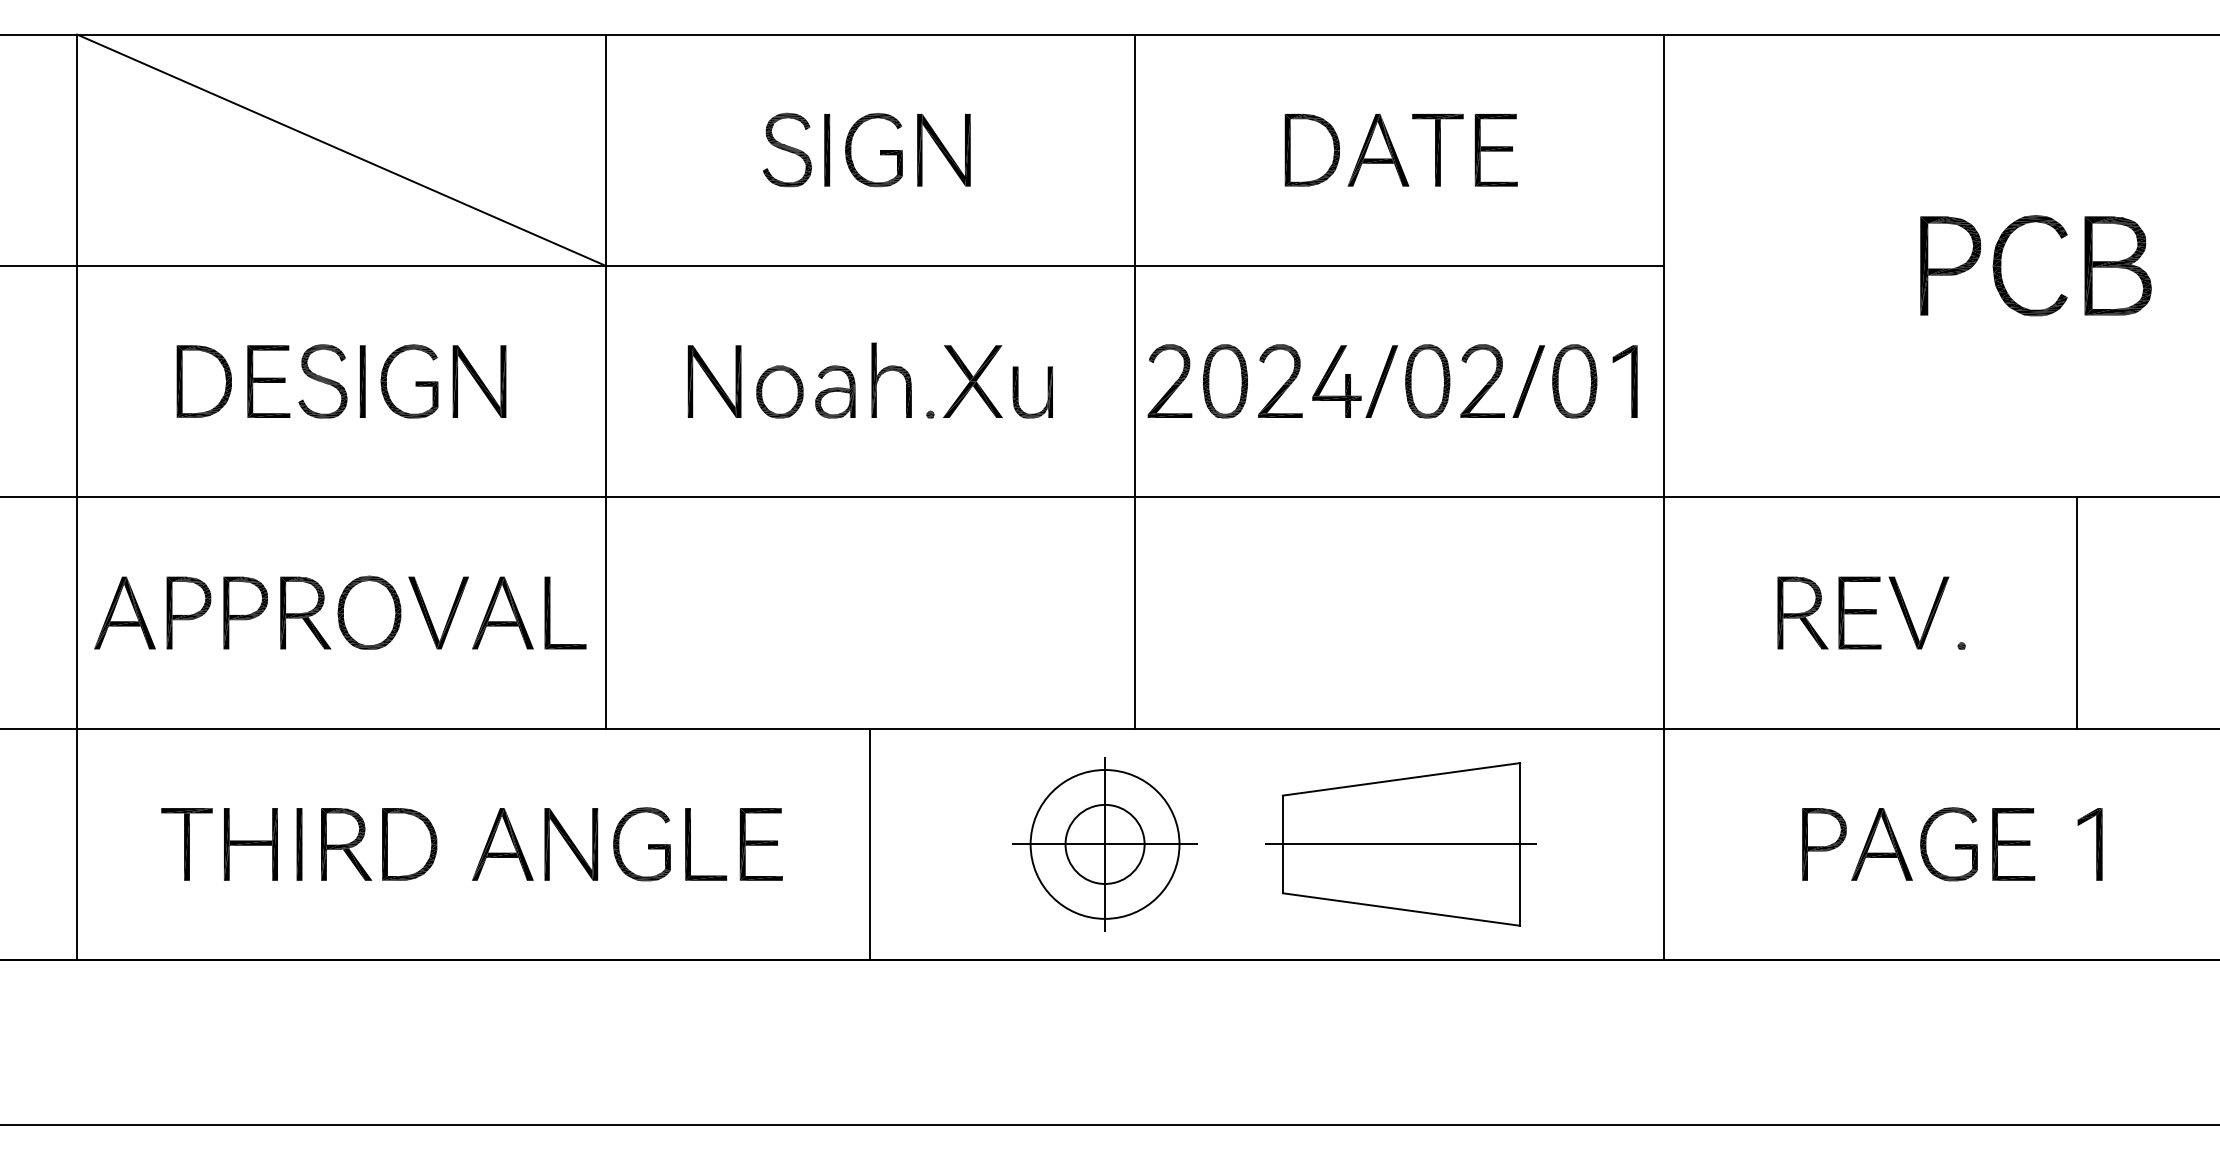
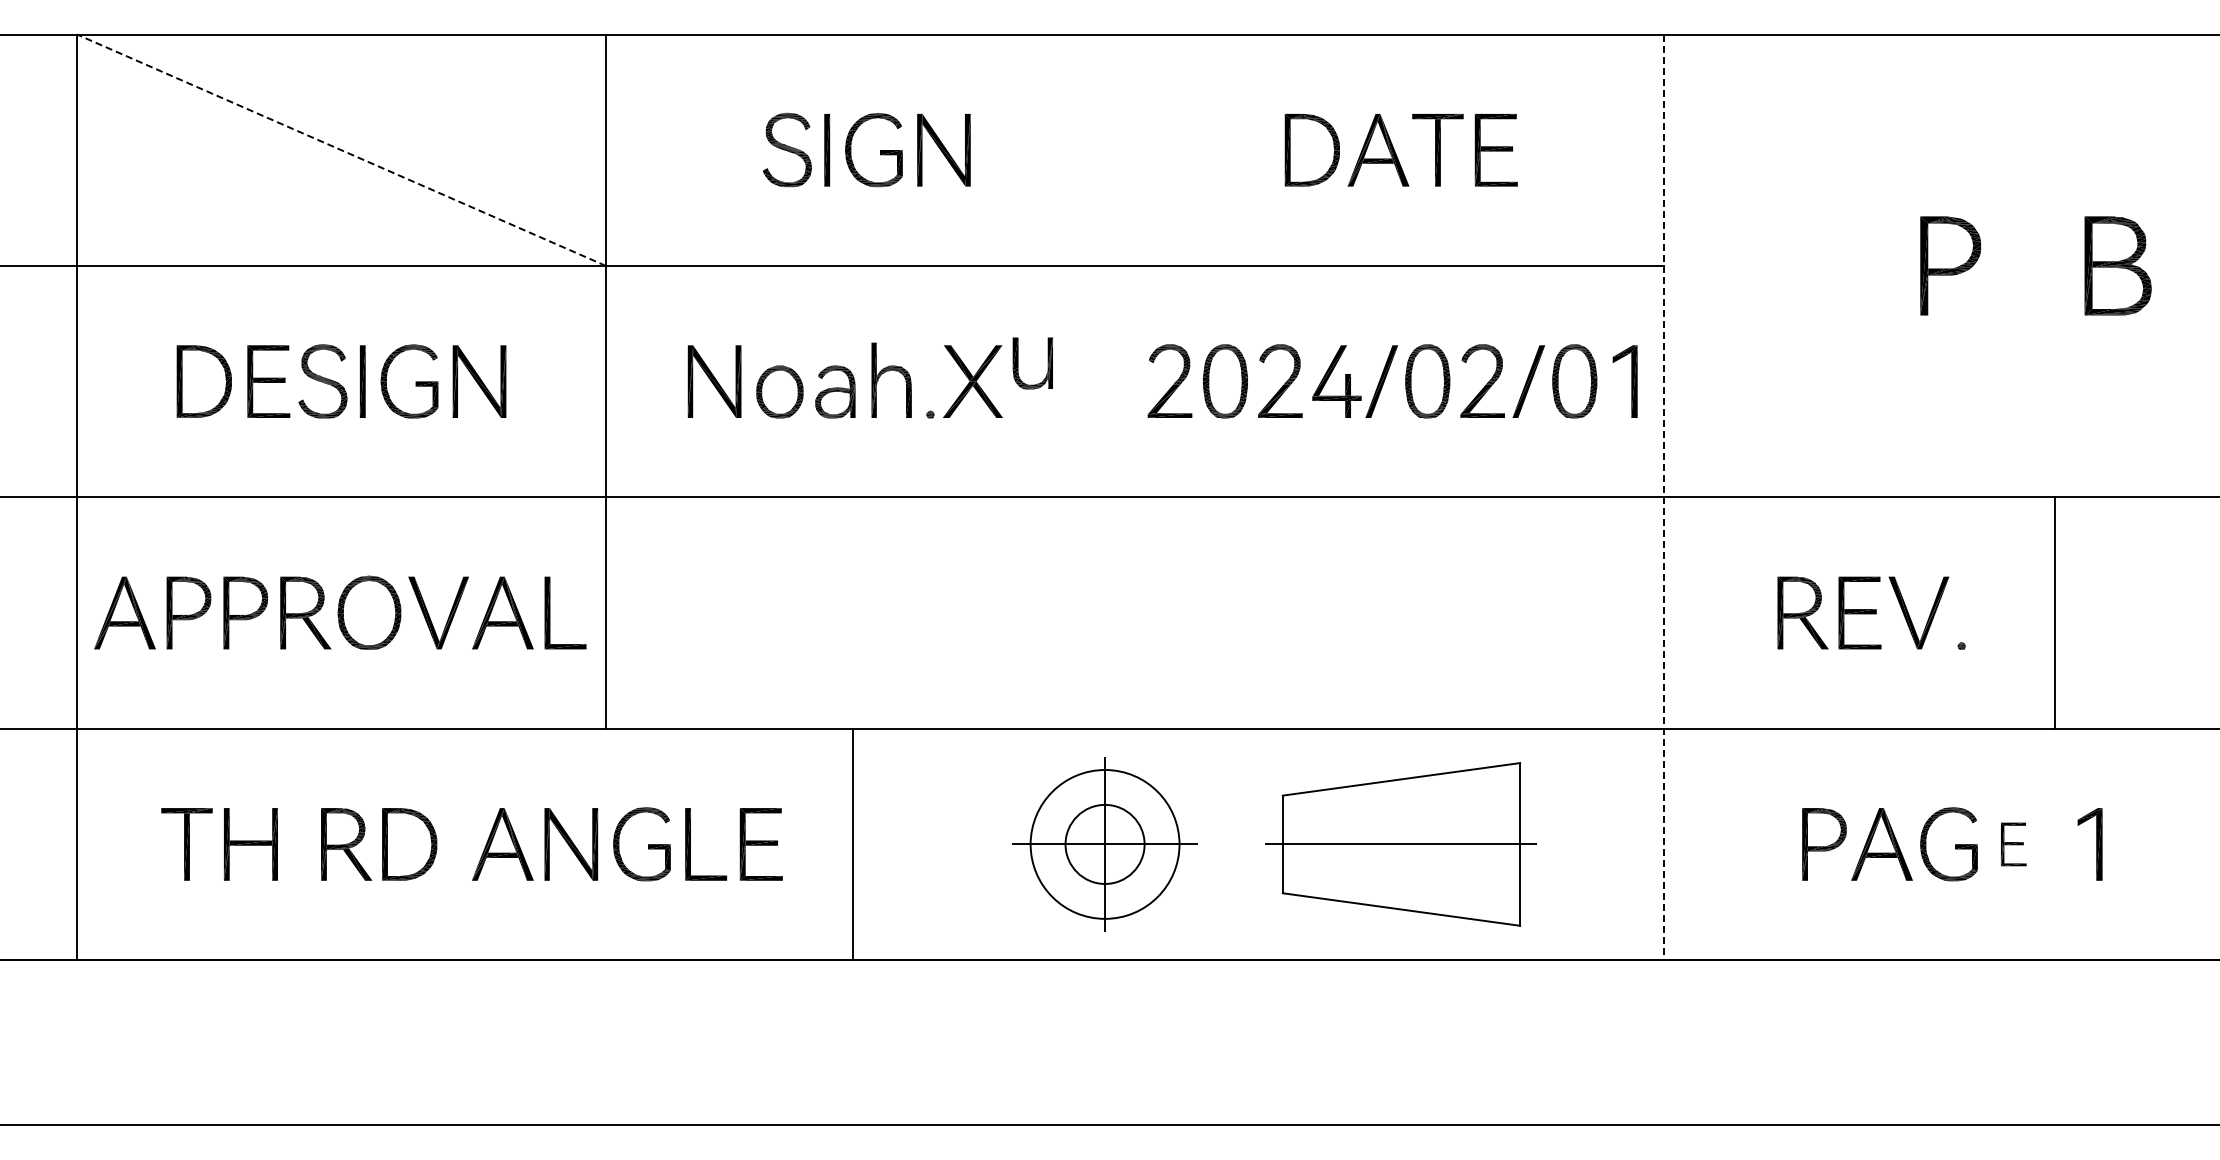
line at (341, 150): solid -> dashed
part at (2001, 265): present -> none
line at (1134, 381): present -> none
part at (1018, 392) position: (1018, 392) -> (1018, 363)
line at (1663, 497): solid -> dashed
line at (2076, 612) position: (2076, 612) -> (2054, 612)
part at (299, 844): present -> none
line at (870, 844) position: (870, 844) -> (853, 844)
part at (2013, 844) size: 44x73 px -> 26x45 px
